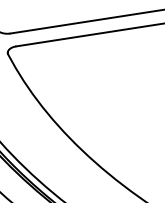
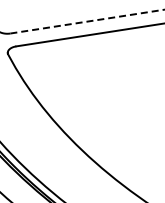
line at (87, 21): solid -> dashed
